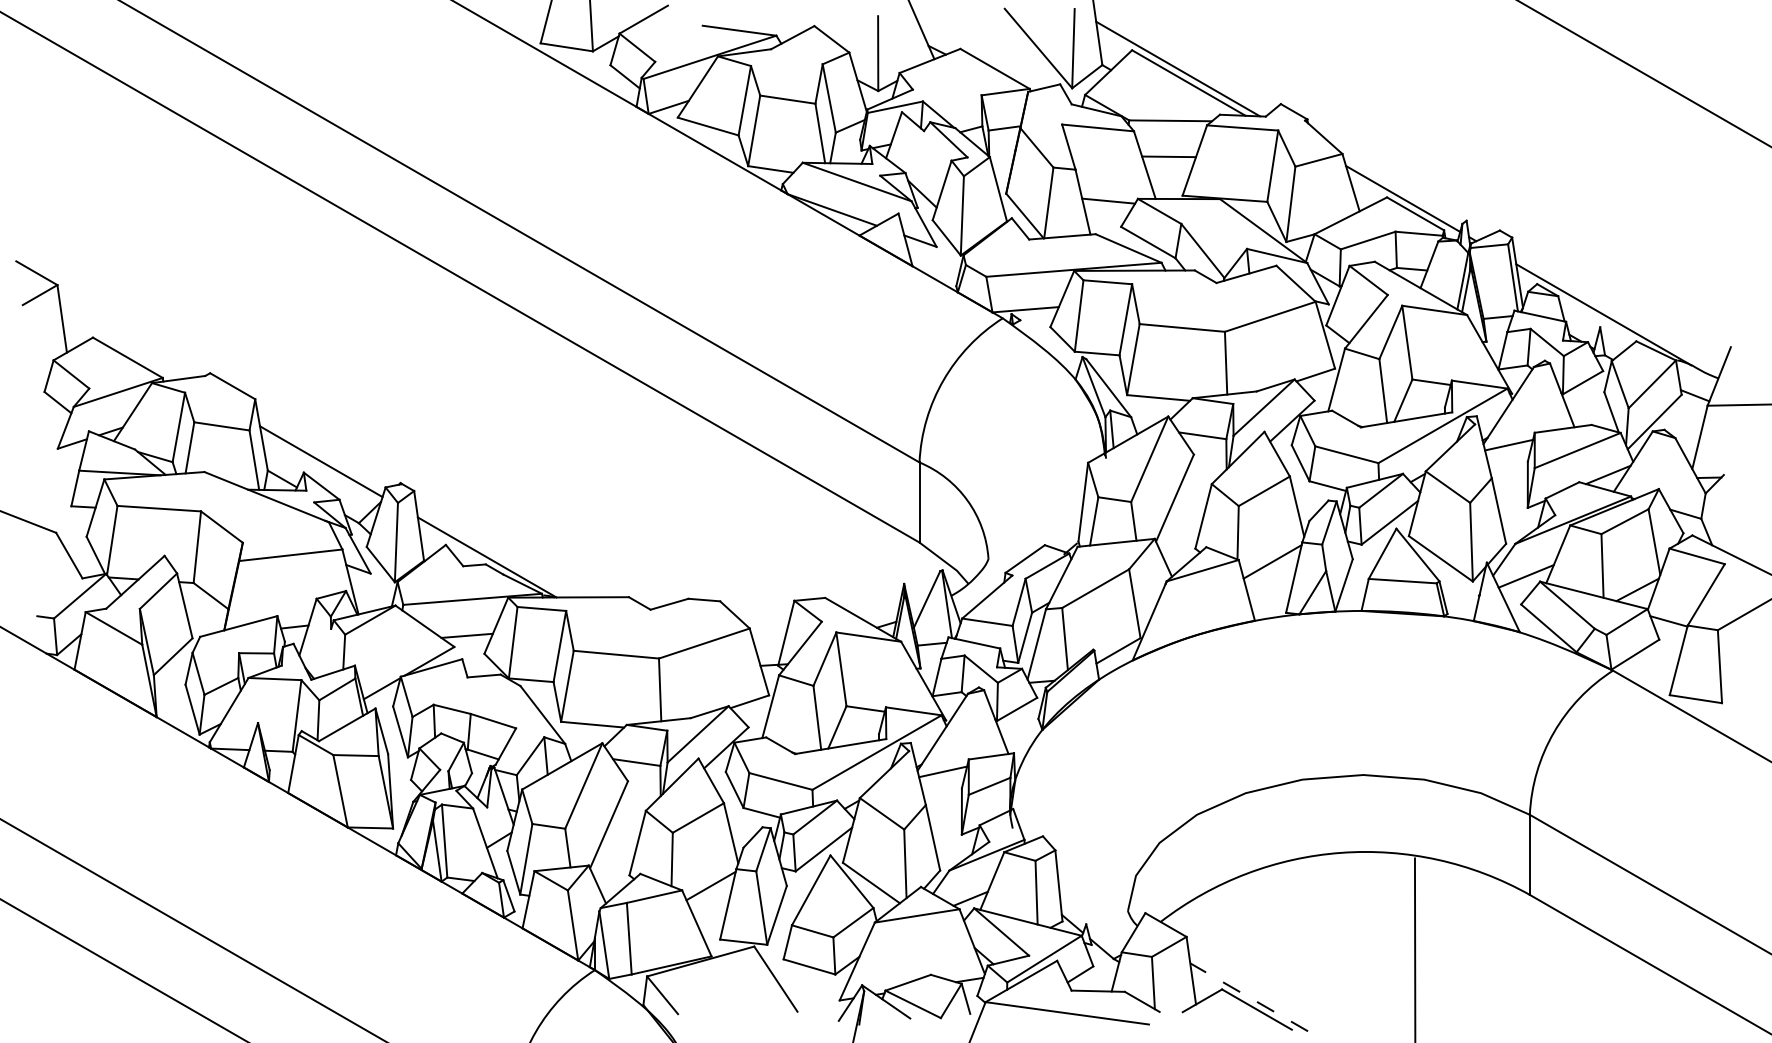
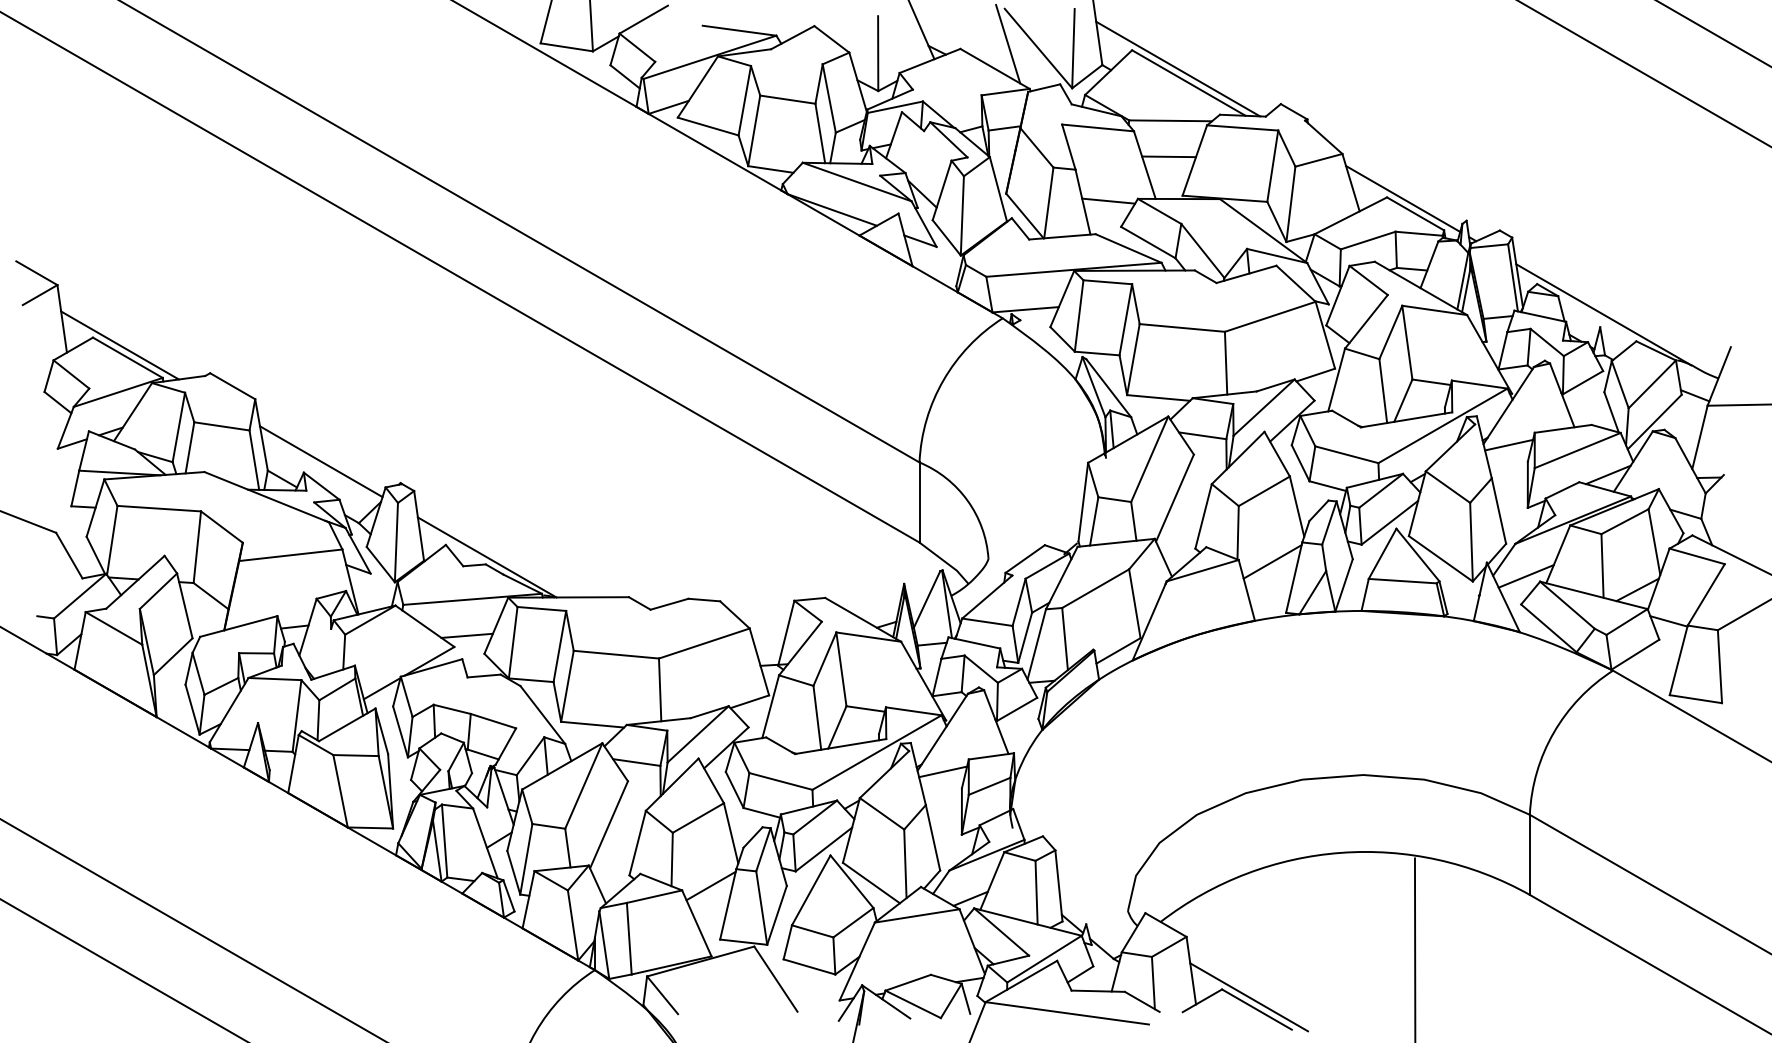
line at (1713, 33): none -> present
line at (1008, 43): none -> present
line at (119, 345): none -> present
line at (1249, 997): dashed -> solid
